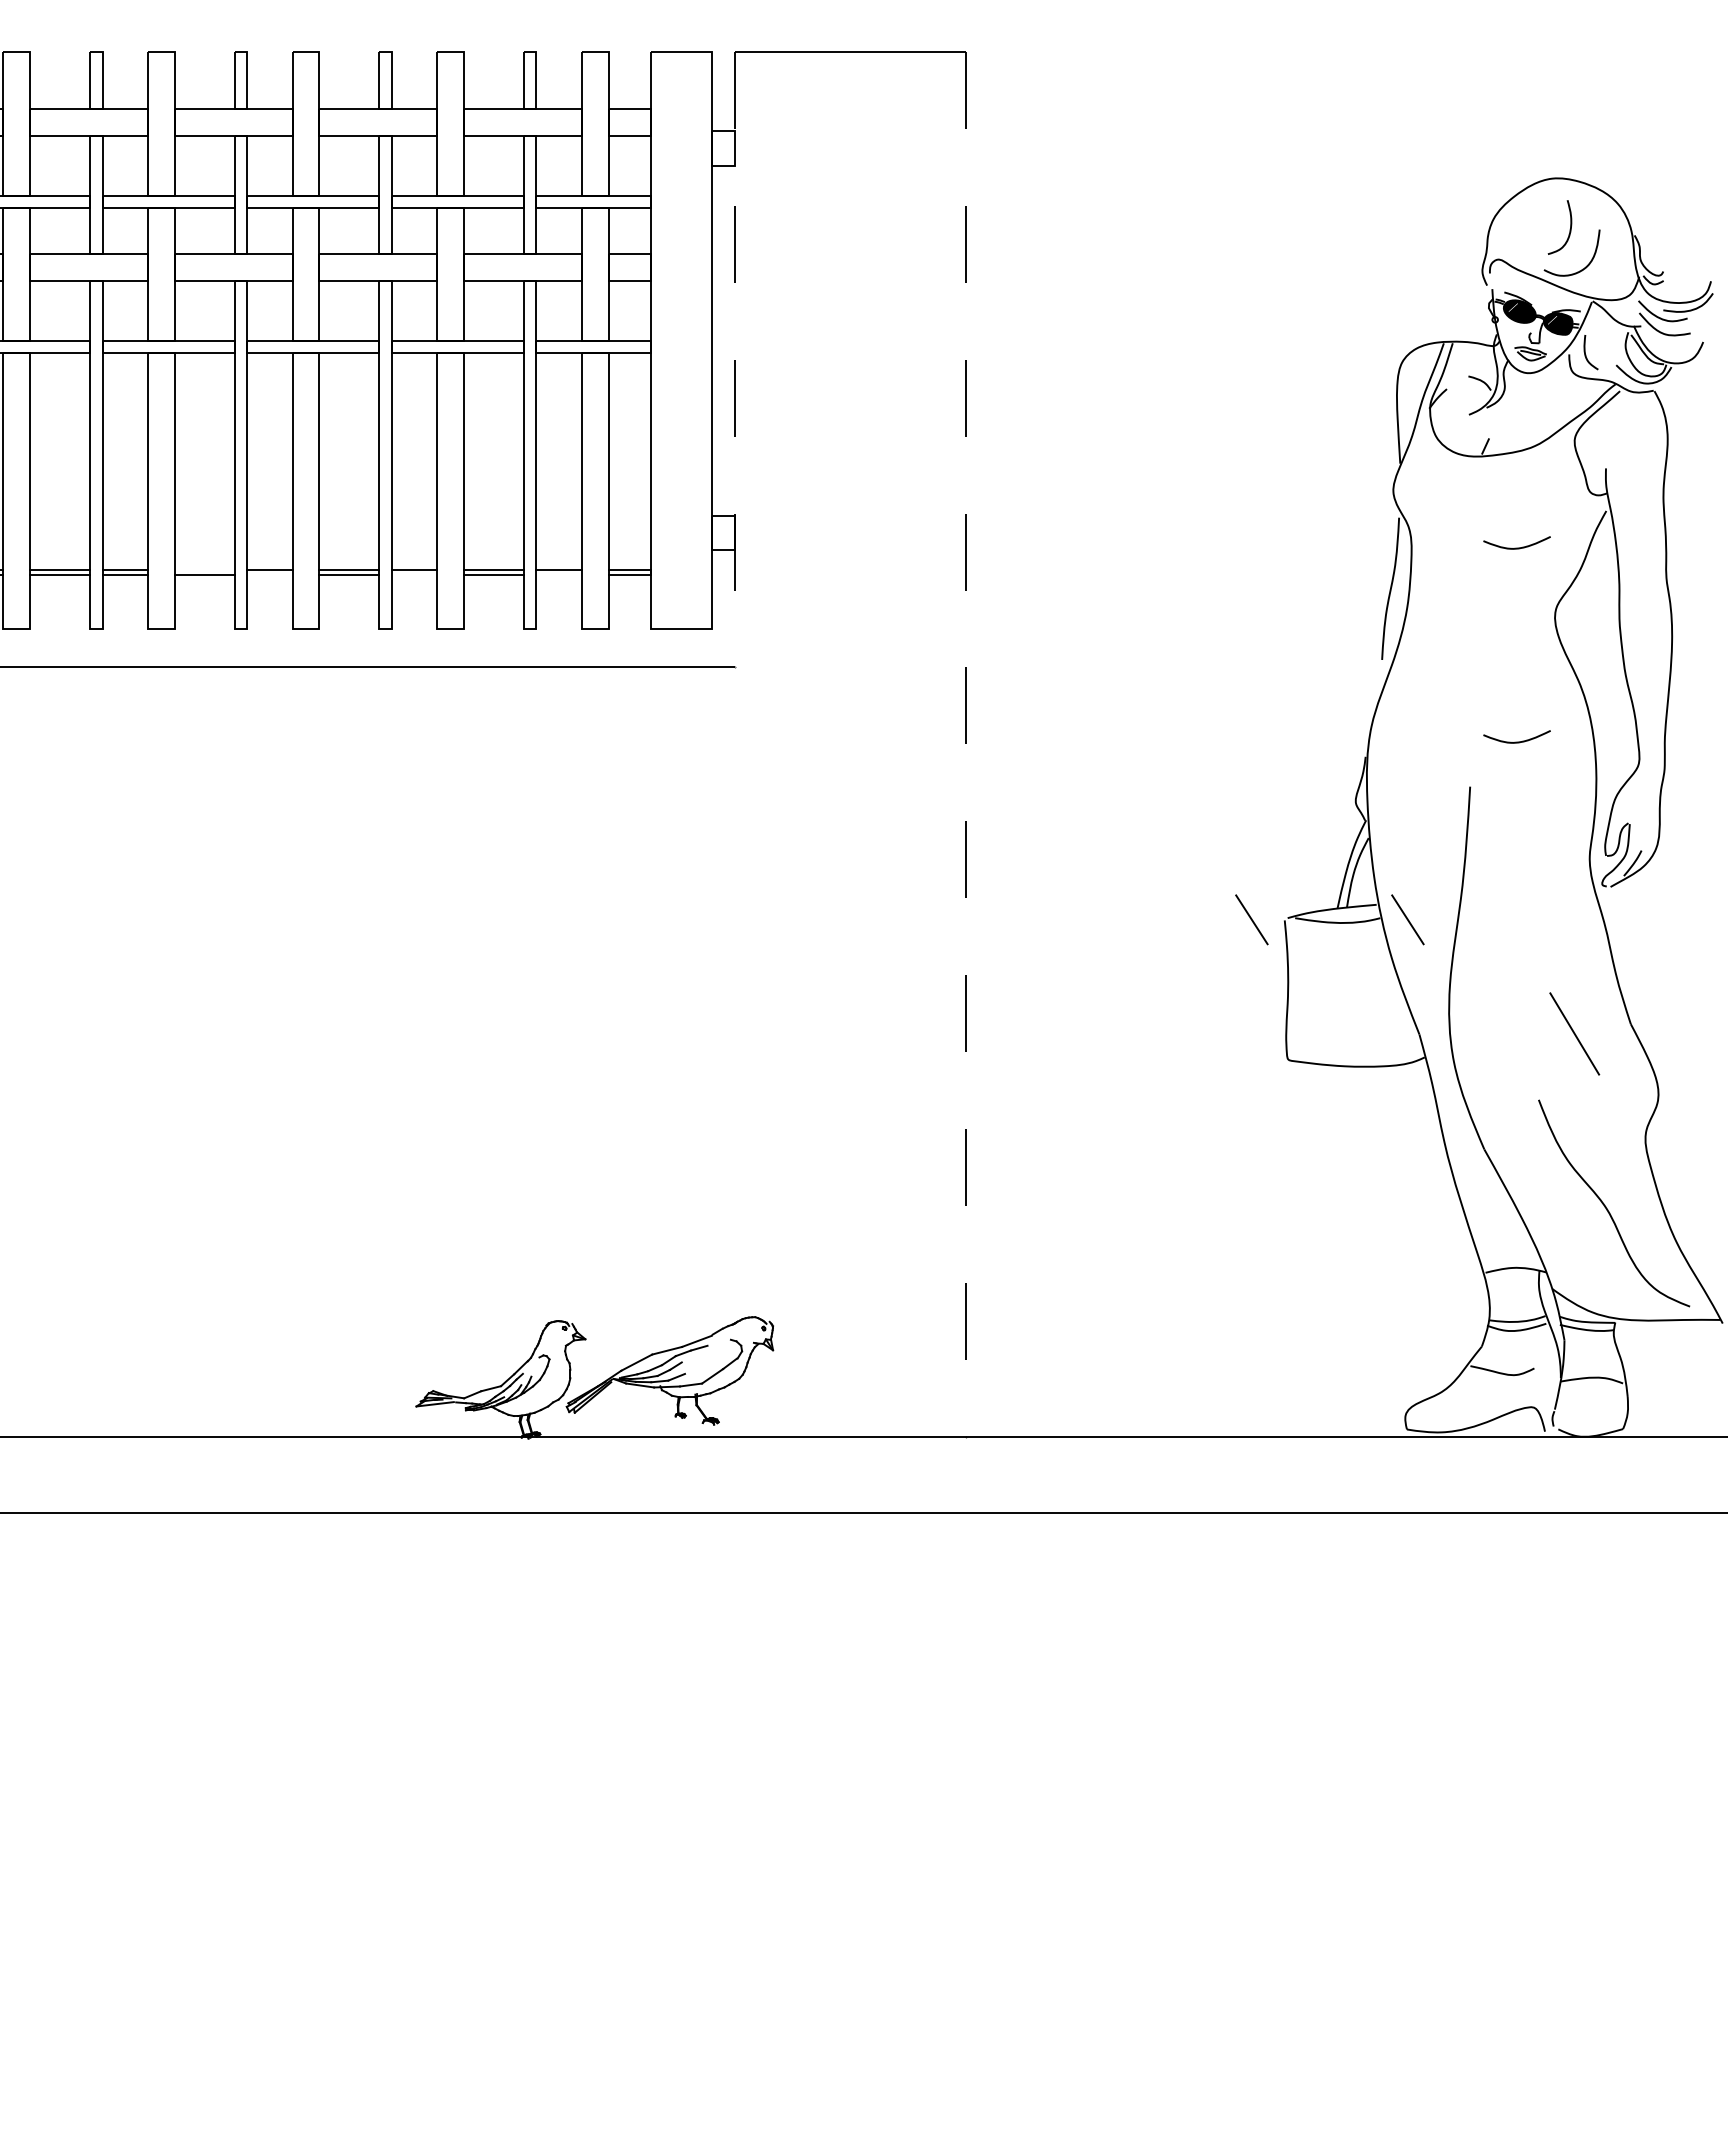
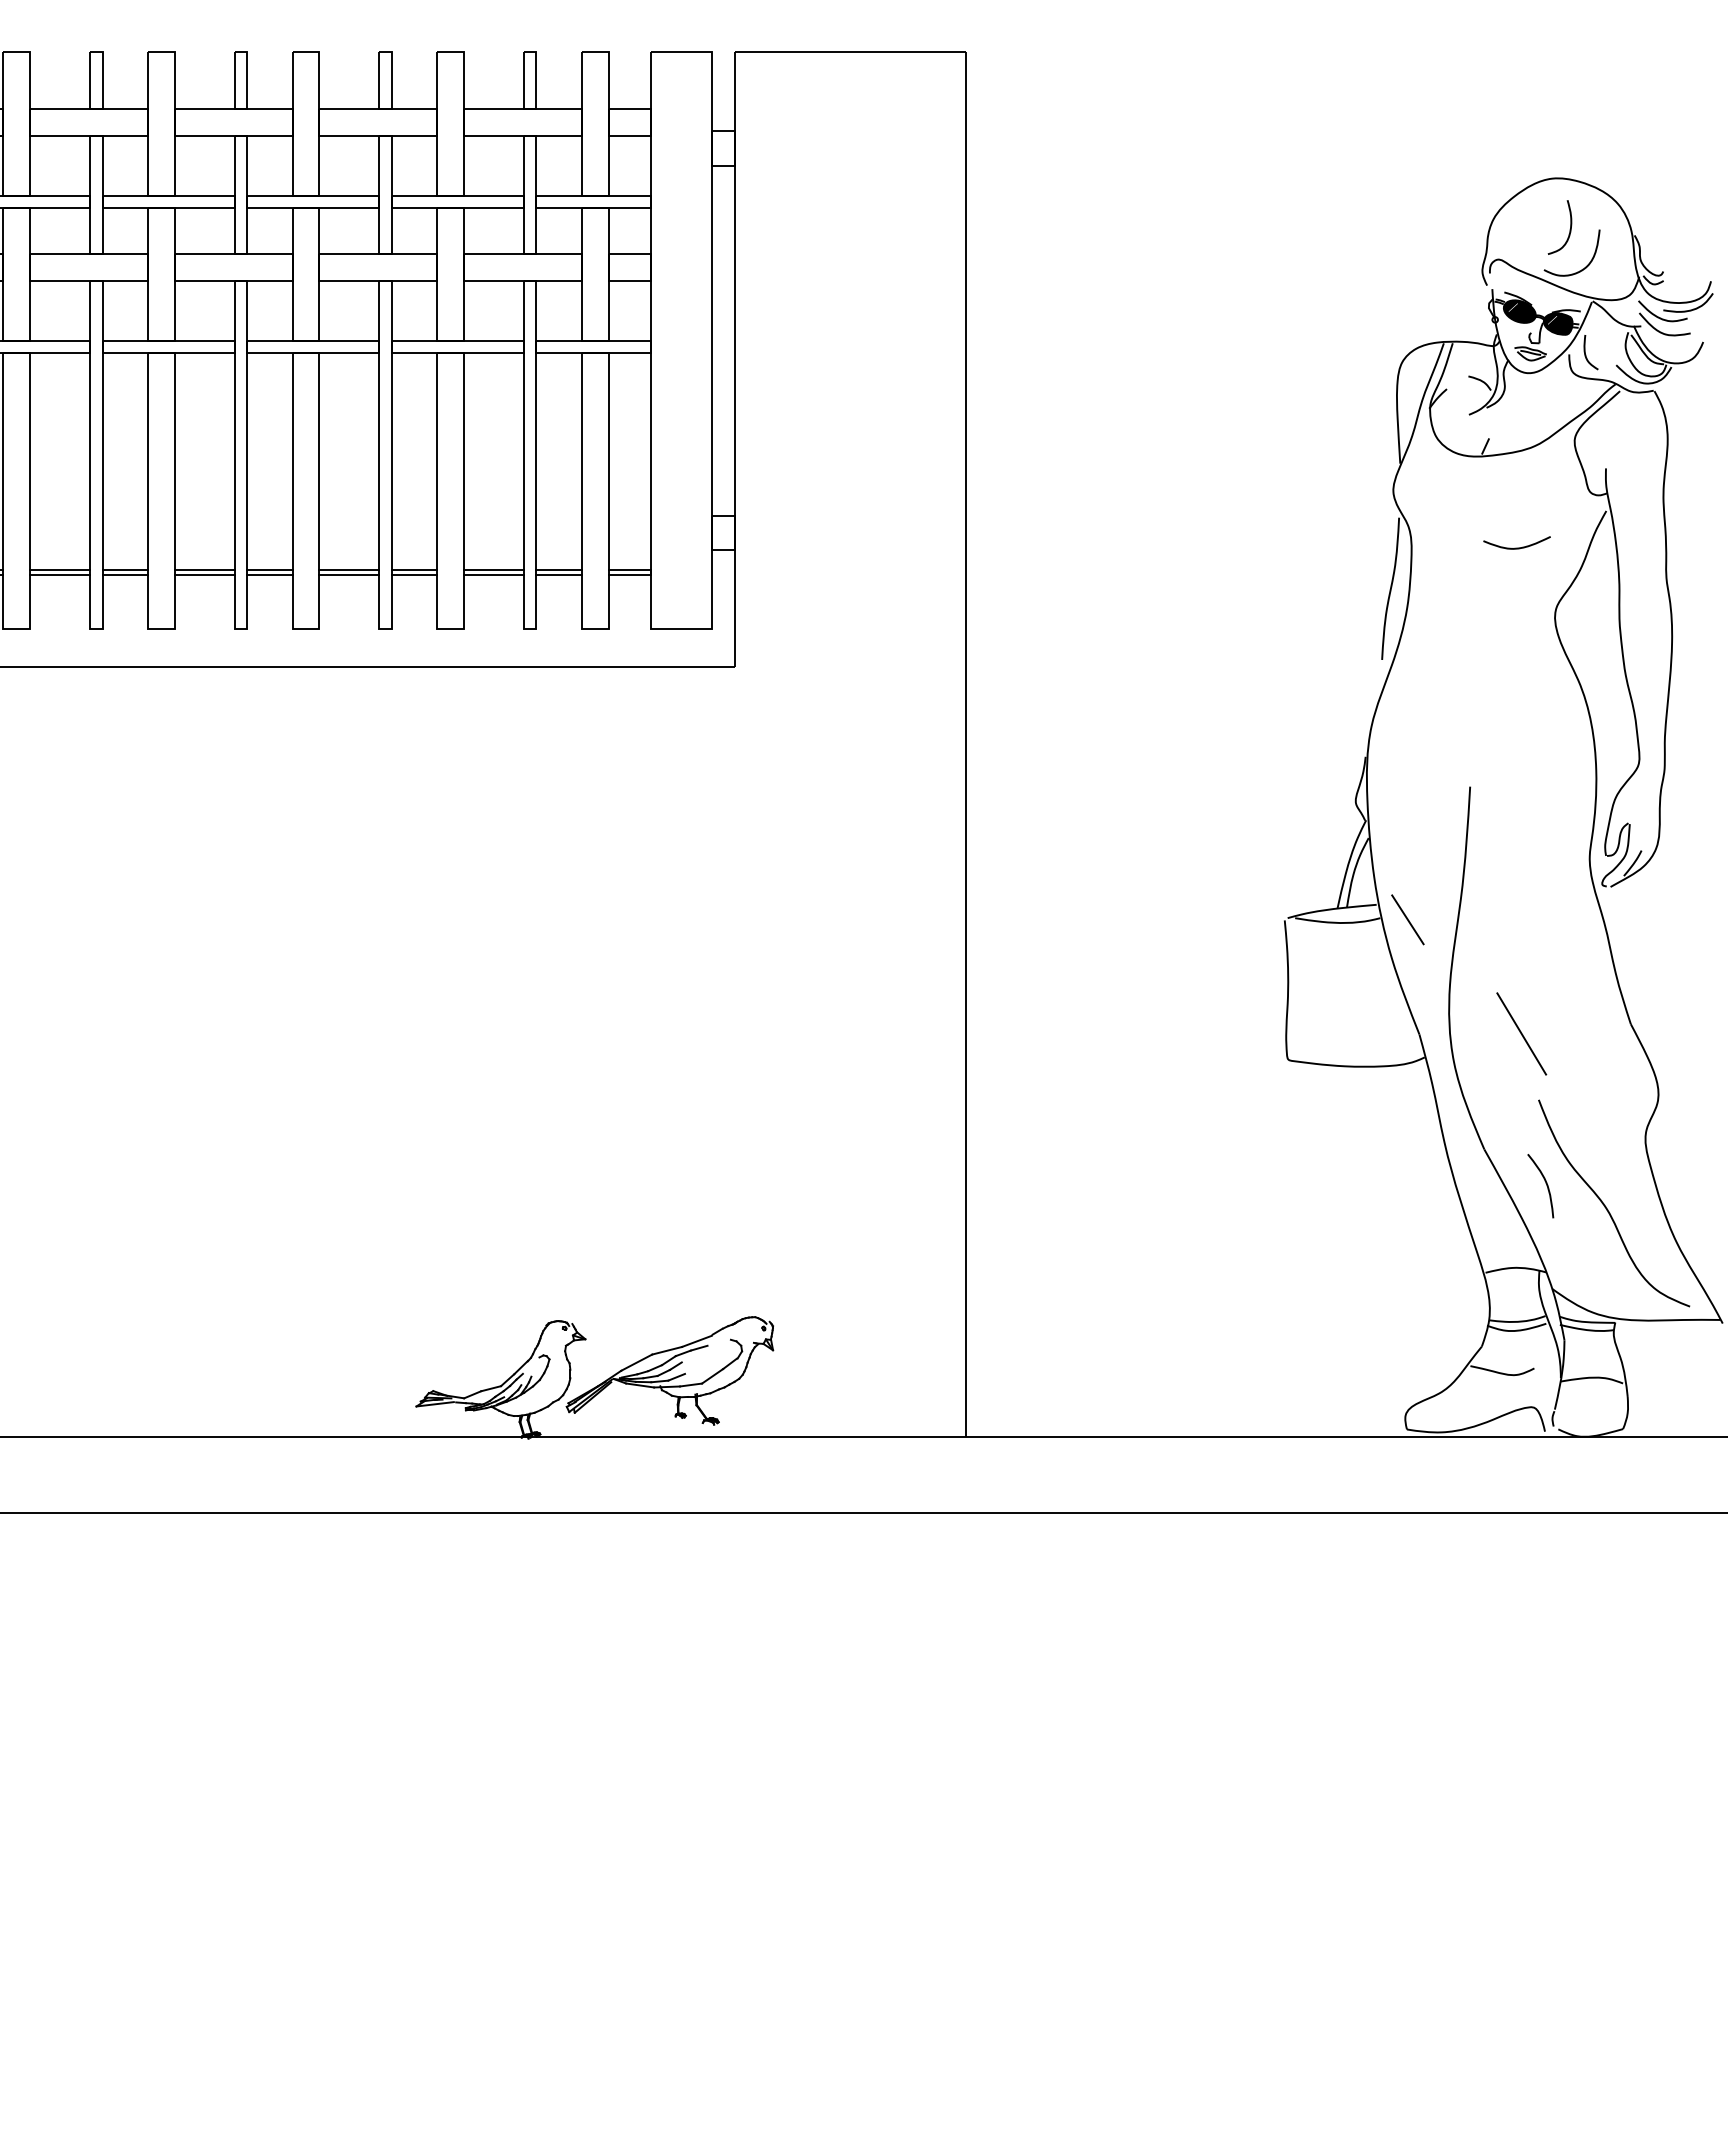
line at (735, 359): dashed -> solid
line at (204, 570): none -> present
line at (269, 574): none -> present
line at (414, 574): none -> present
line at (558, 574): none -> present
curve at (1516, 741): present -> none
line at (965, 744): dashed -> solid
line at (1251, 919): present -> none
line at (1574, 1033) position: (1574, 1033) -> (1521, 1033)
curve at (1545, 1183): none -> present
